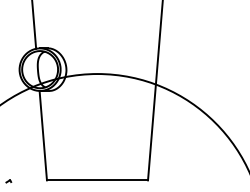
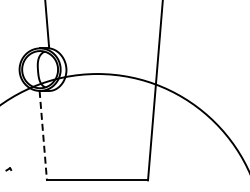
line at (34, 25) position: (34, 25) -> (47, 24)
line at (43, 135): solid -> dashed
part at (8, 181) position: (8, 181) -> (8, 169)
